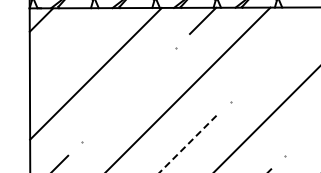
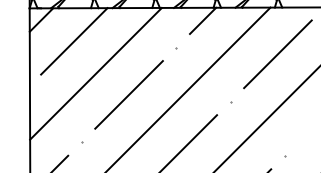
line at (74, 41): none -> present
line at (277, 54): none -> present
line at (128, 94): none -> present
line at (188, 144): dashed -> solid
